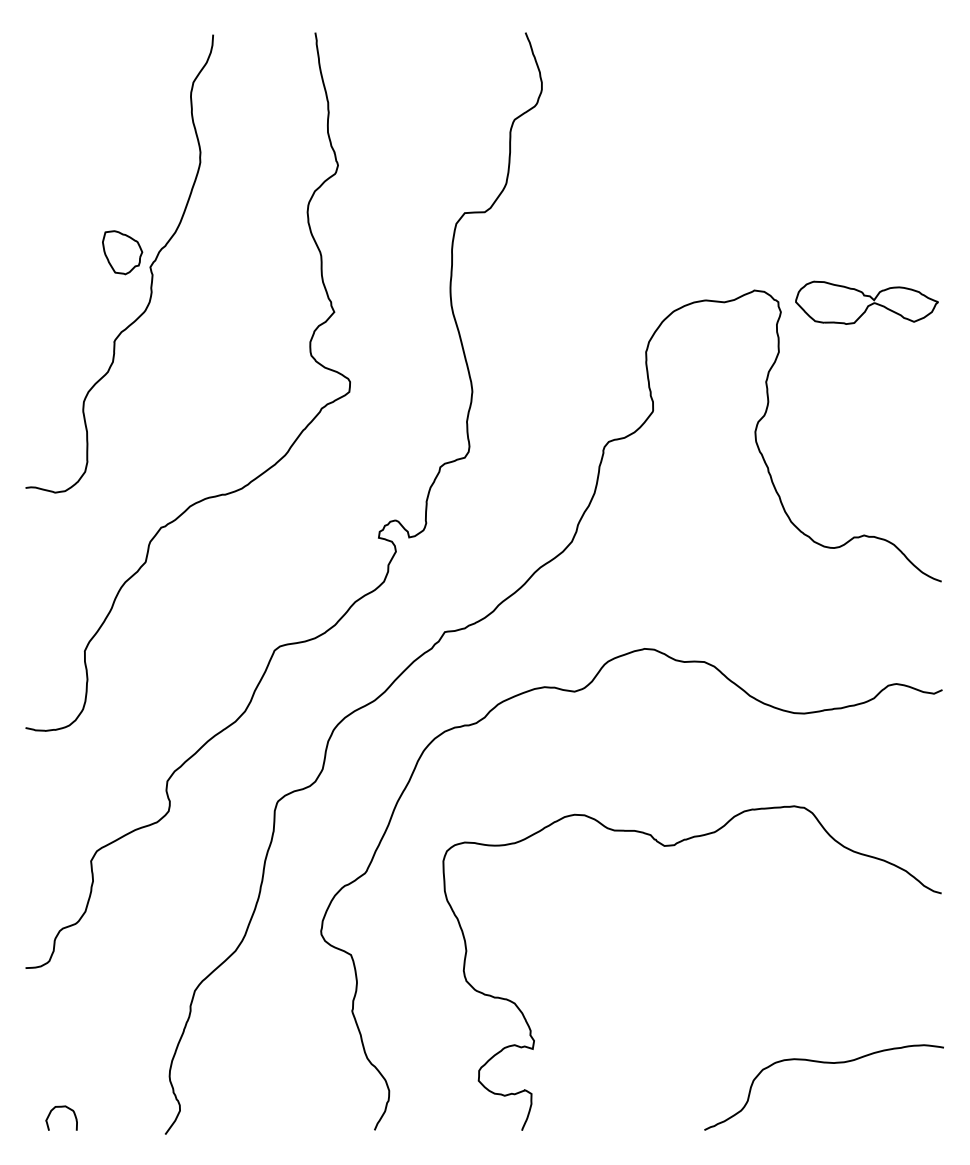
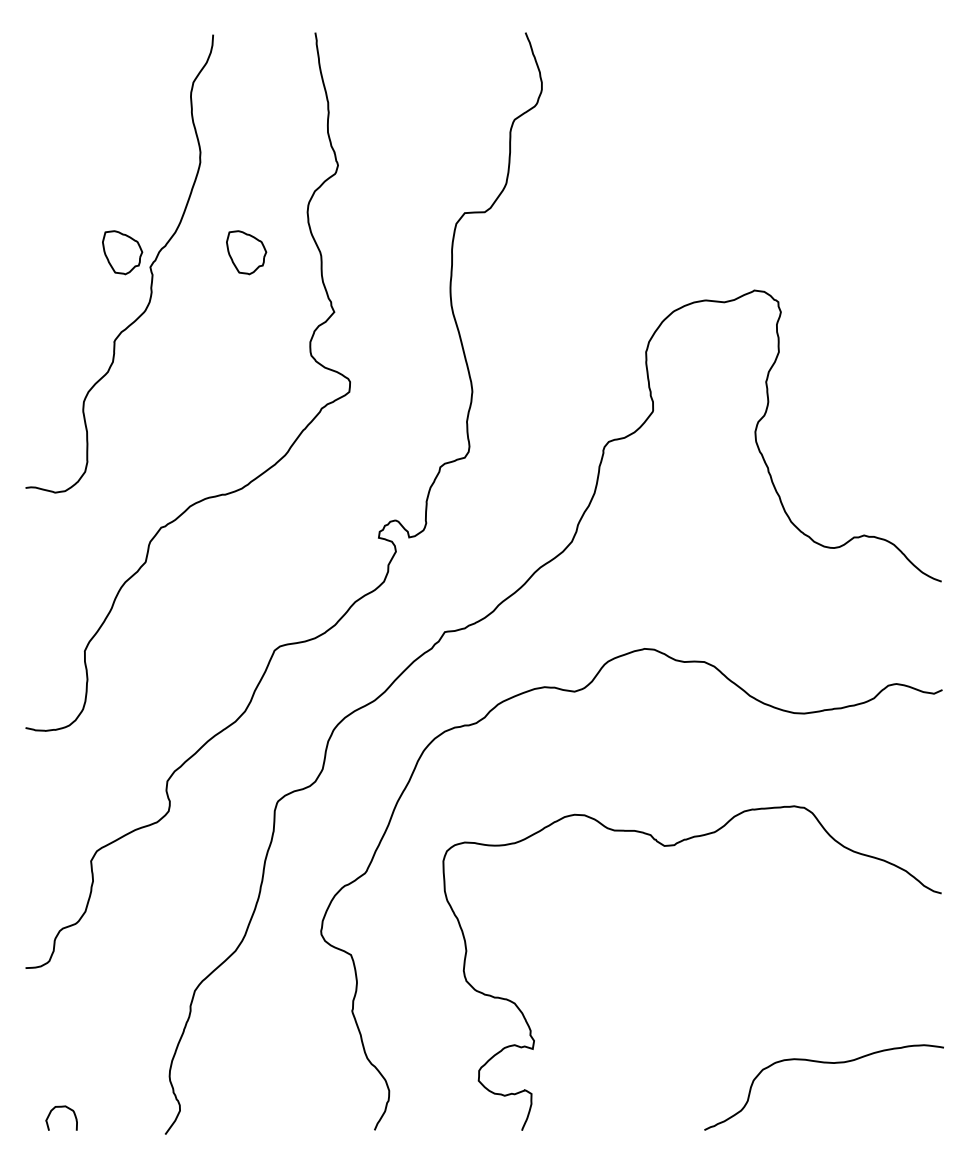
part at (246, 252): none -> present
part at (866, 302): present -> none
